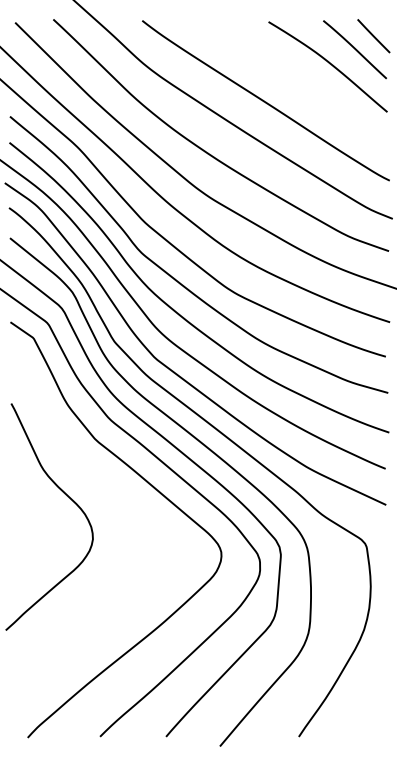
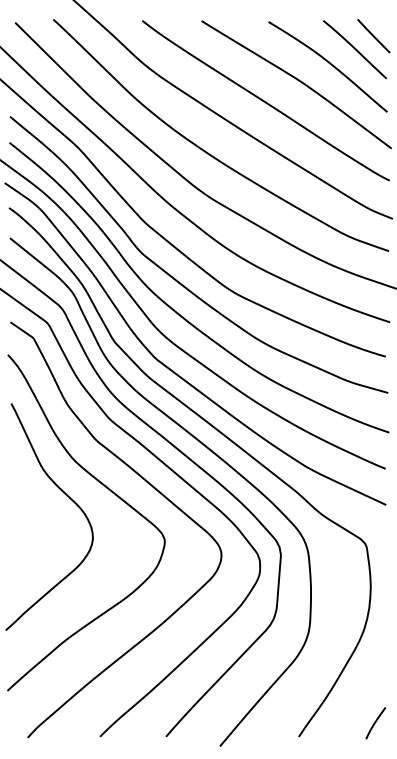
curve at (298, 81): none -> present
curve at (112, 493): none -> present
curve at (375, 723): none -> present
